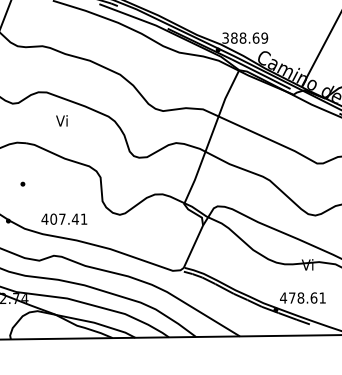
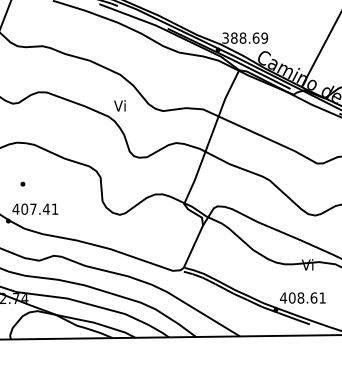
text at (61, 120) position: (61, 120) -> (119, 105)
text at (64, 218) position: (64, 218) -> (35, 208)
text at (291, 297): 478.61 -> 408.61
